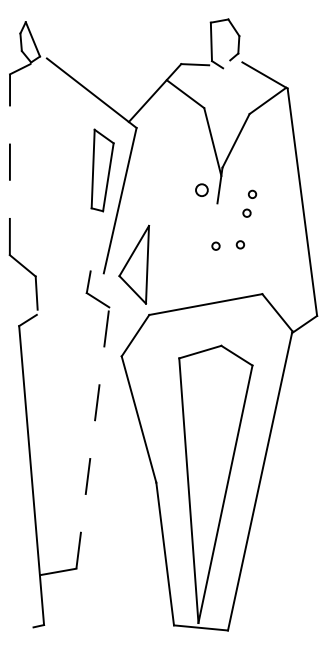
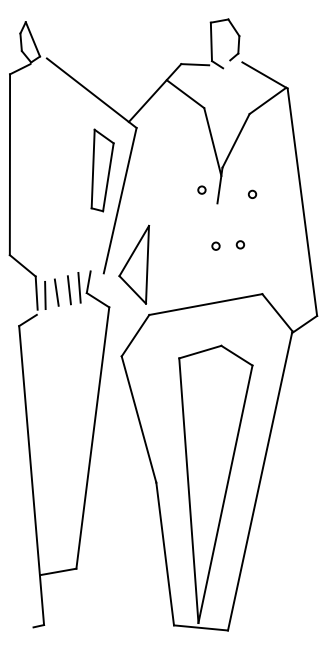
line at (9, 164): dashed -> solid
part at (201, 189) size: 14x14 px -> 10x10 px
part at (246, 212): present -> none
line at (79, 287): none -> present
line at (68, 290): none -> present
line at (56, 292): none -> present
line at (45, 295): none -> present
line at (92, 438): dashed -> solid
